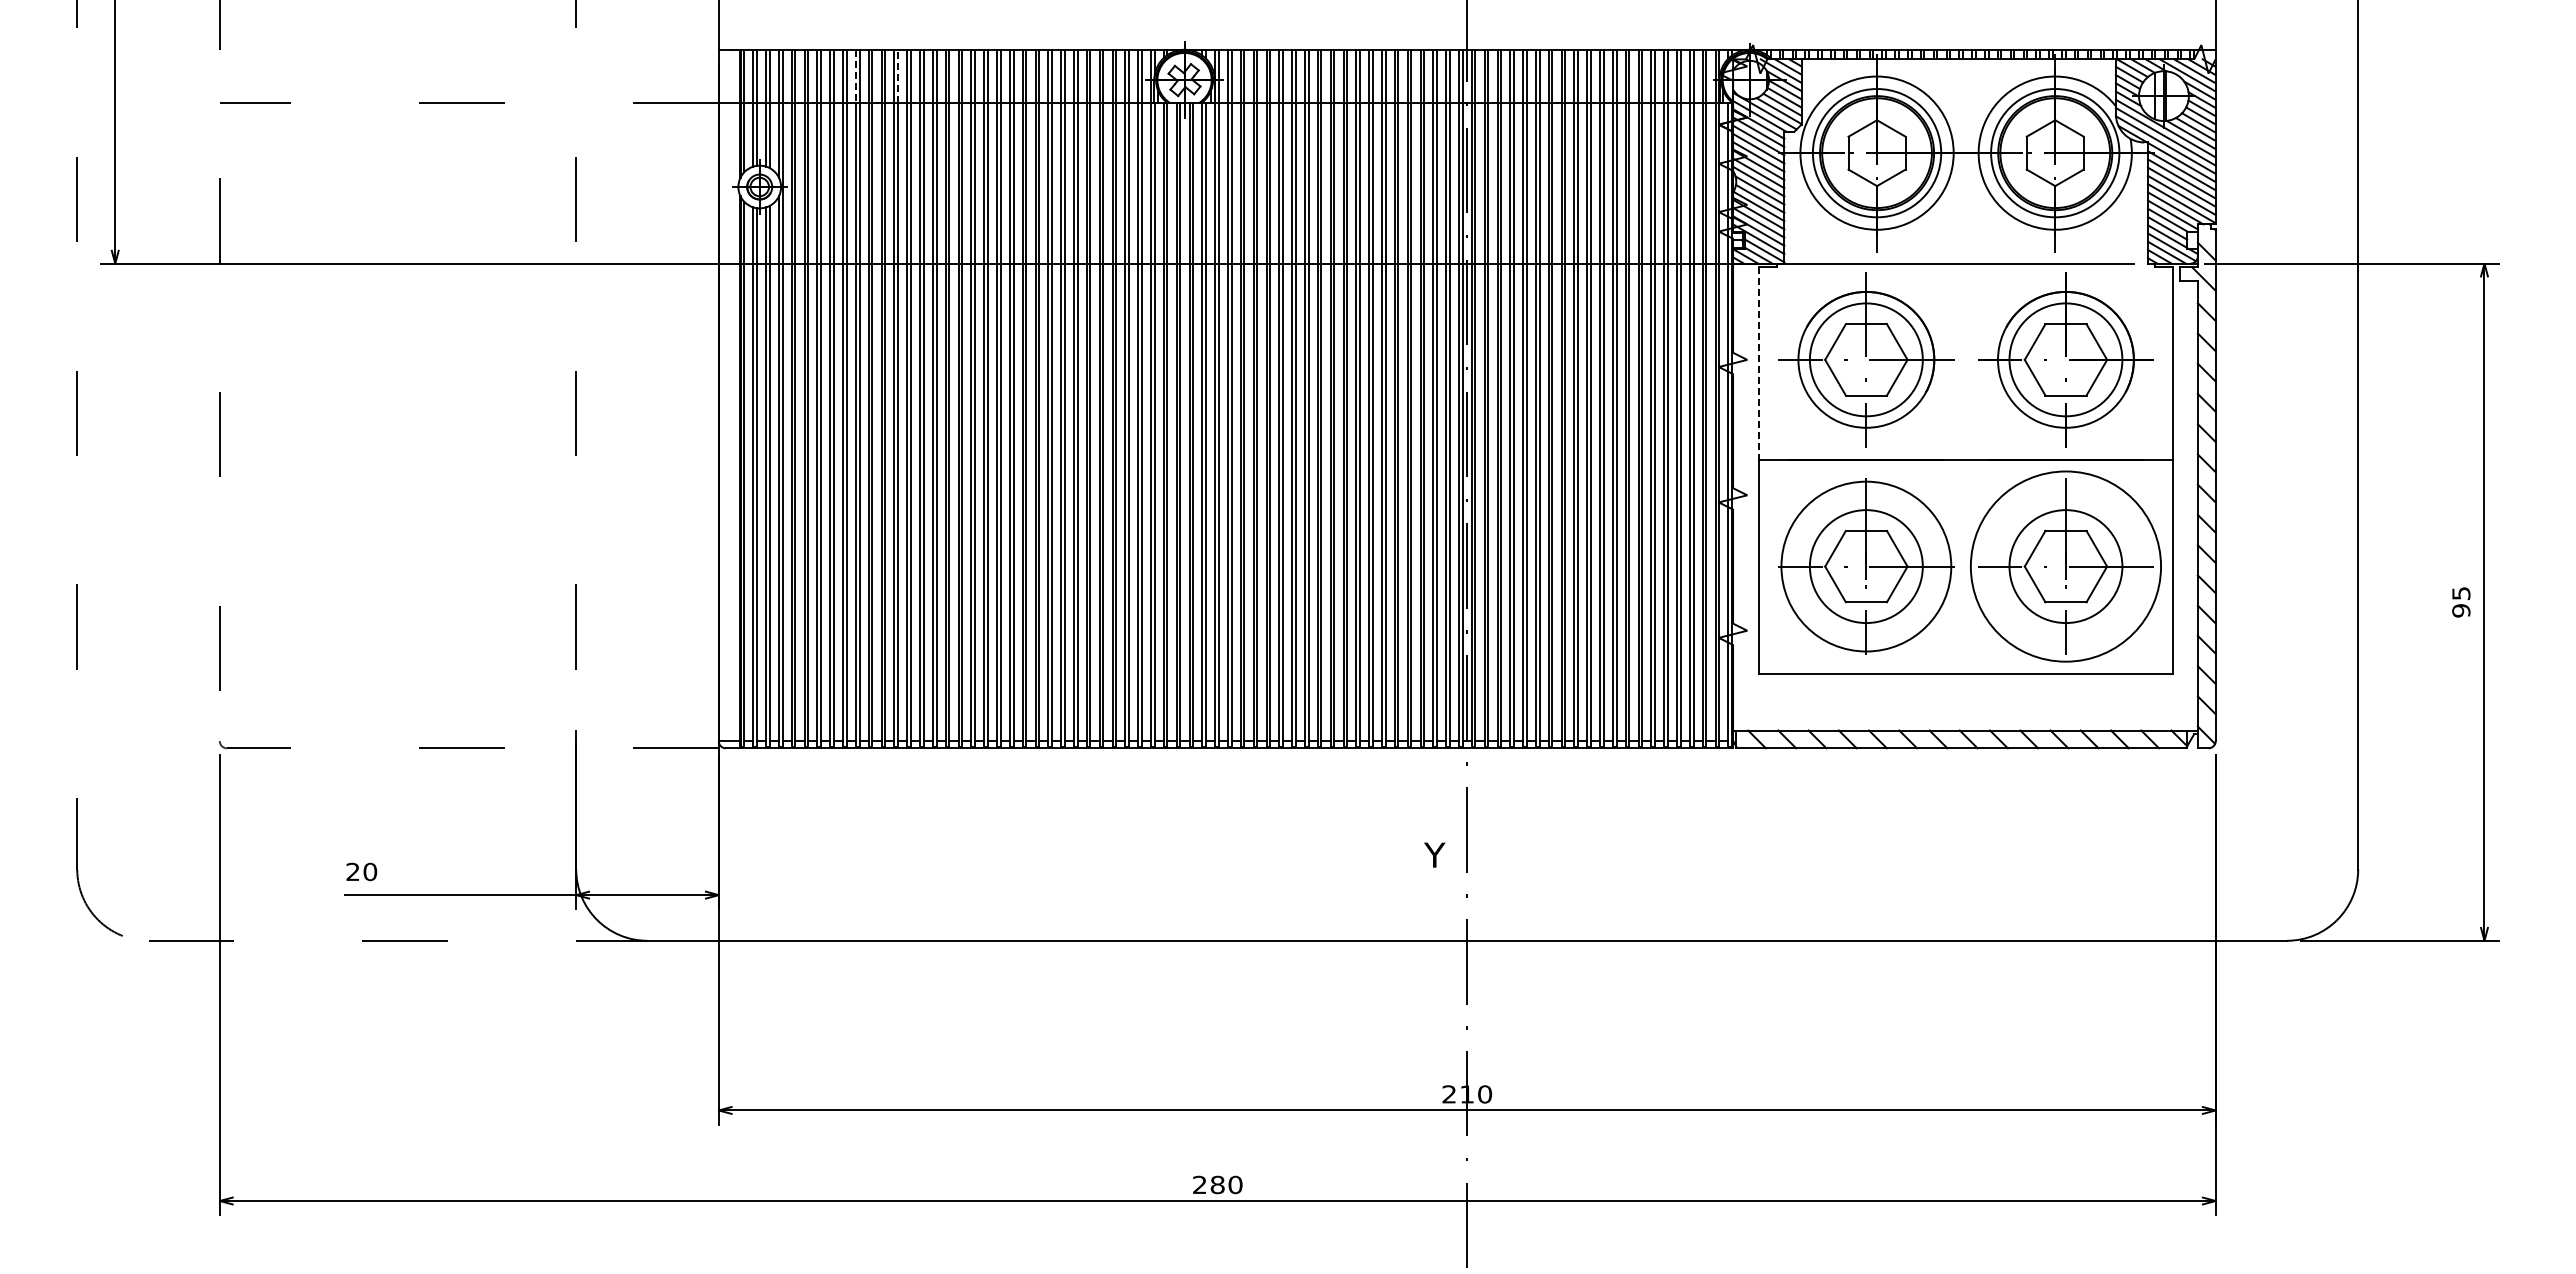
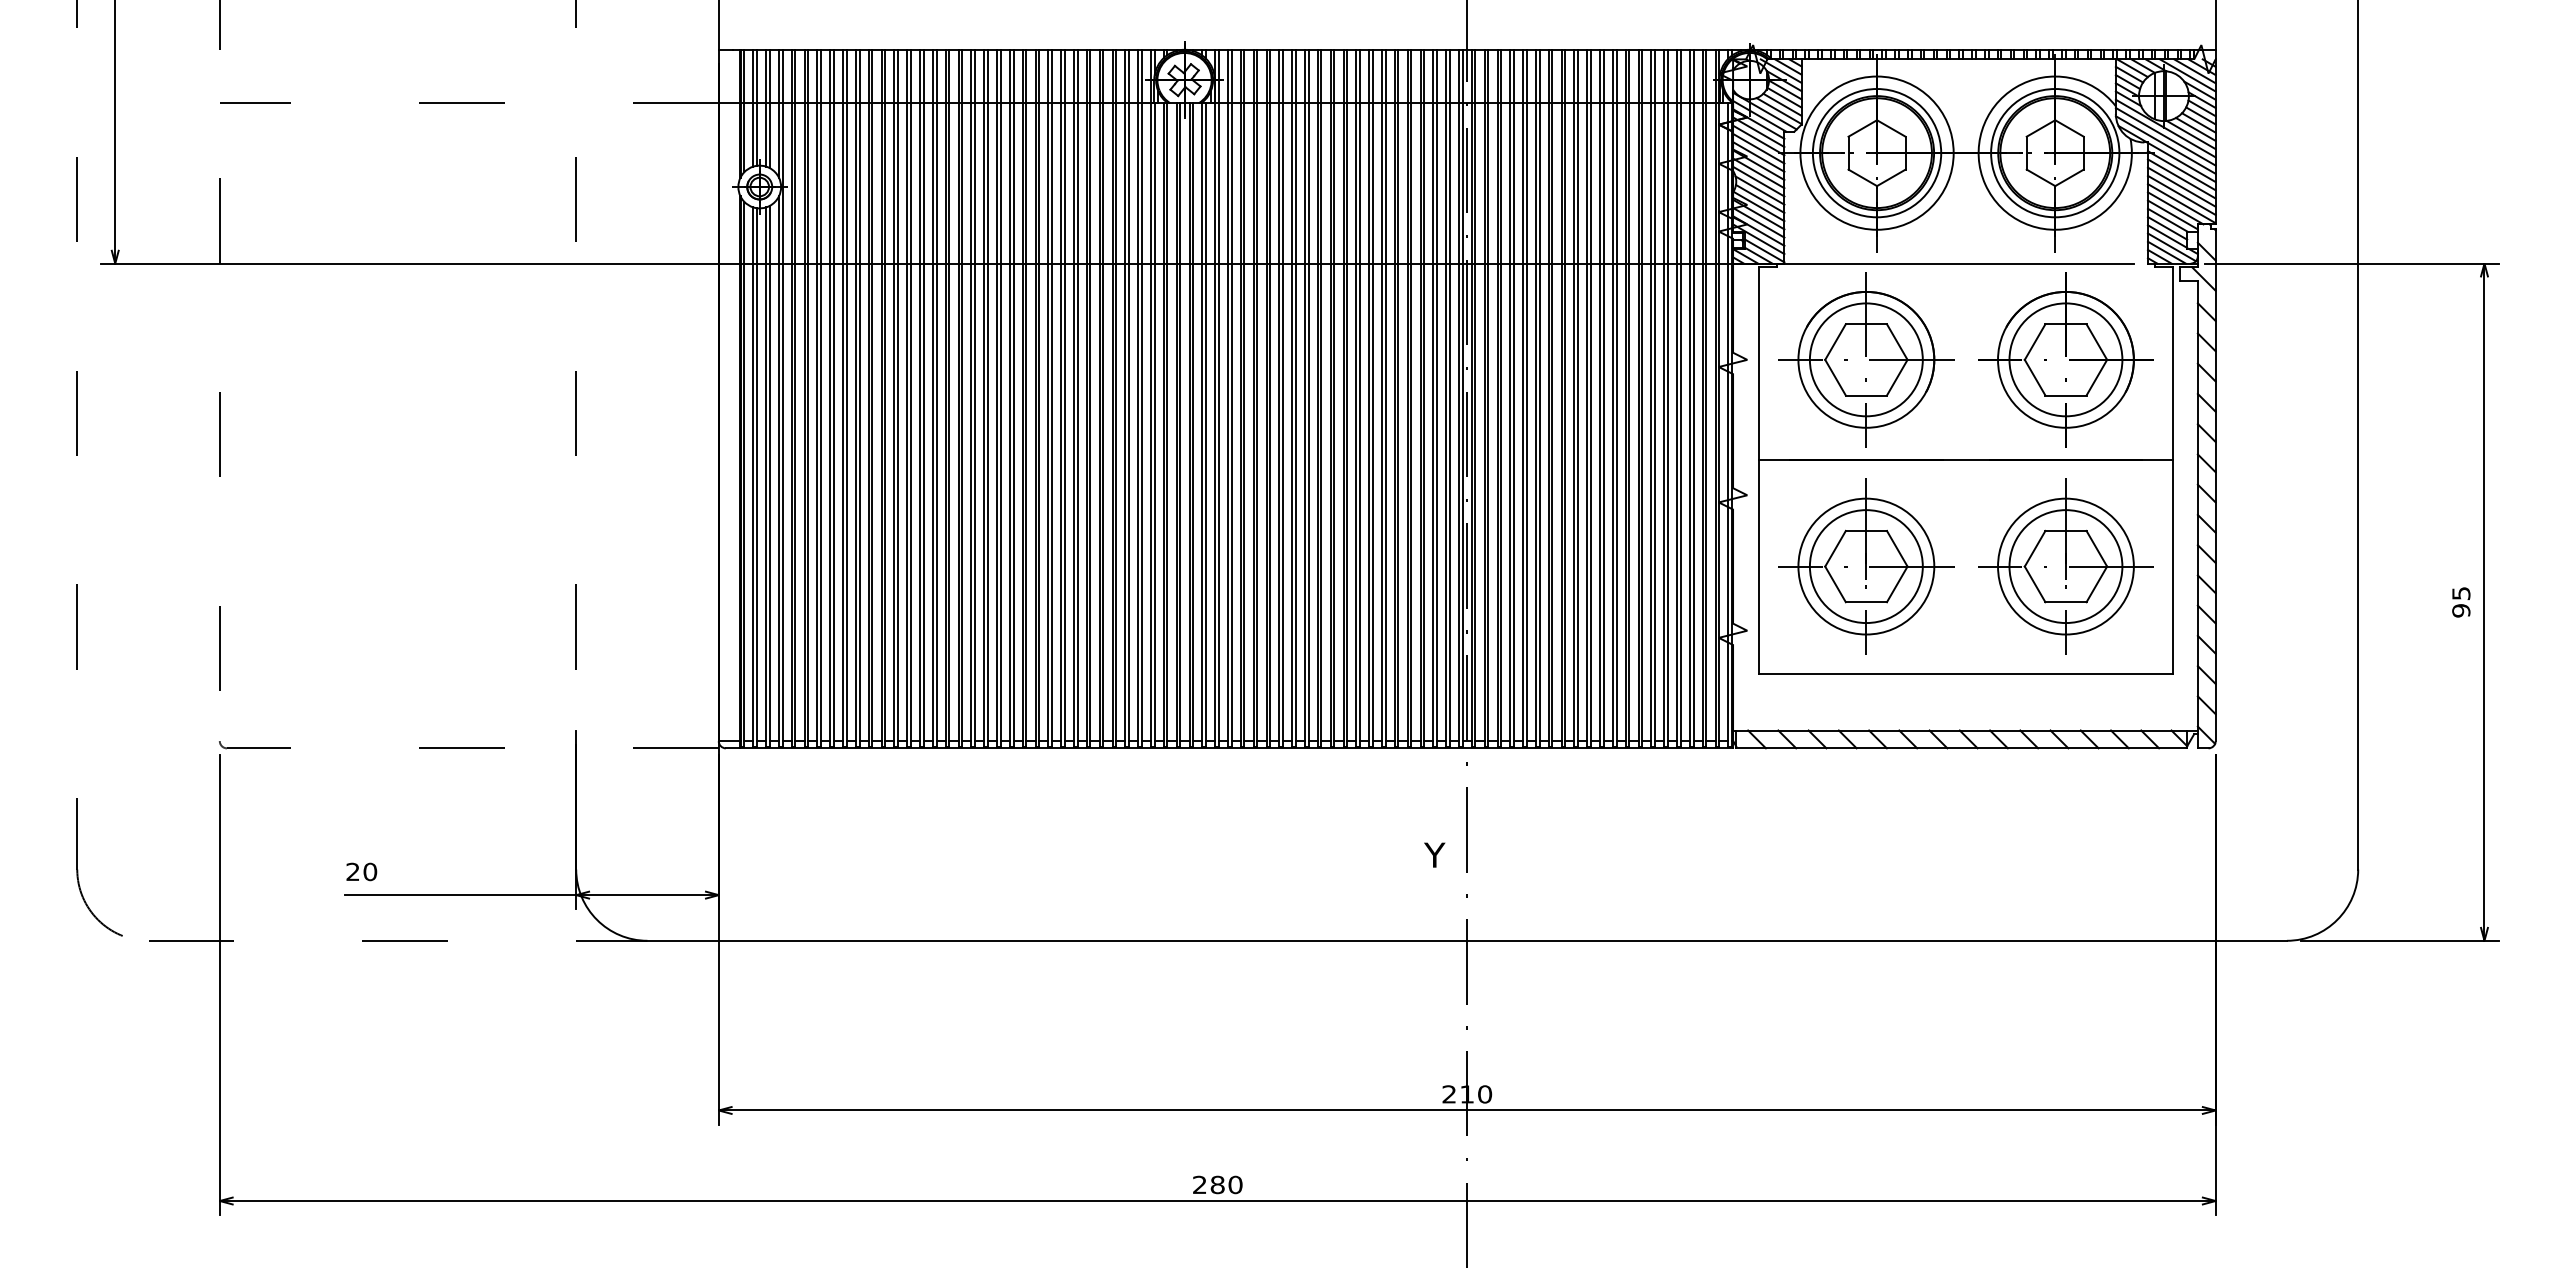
line at (855, 76): dashed -> solid
line at (898, 76): dashed -> solid
line at (1759, 363): dashed -> solid
circle at (1866, 566) diameter: 170 px -> 136 px
circle at (2065, 566) diameter: 190 px -> 136 px
